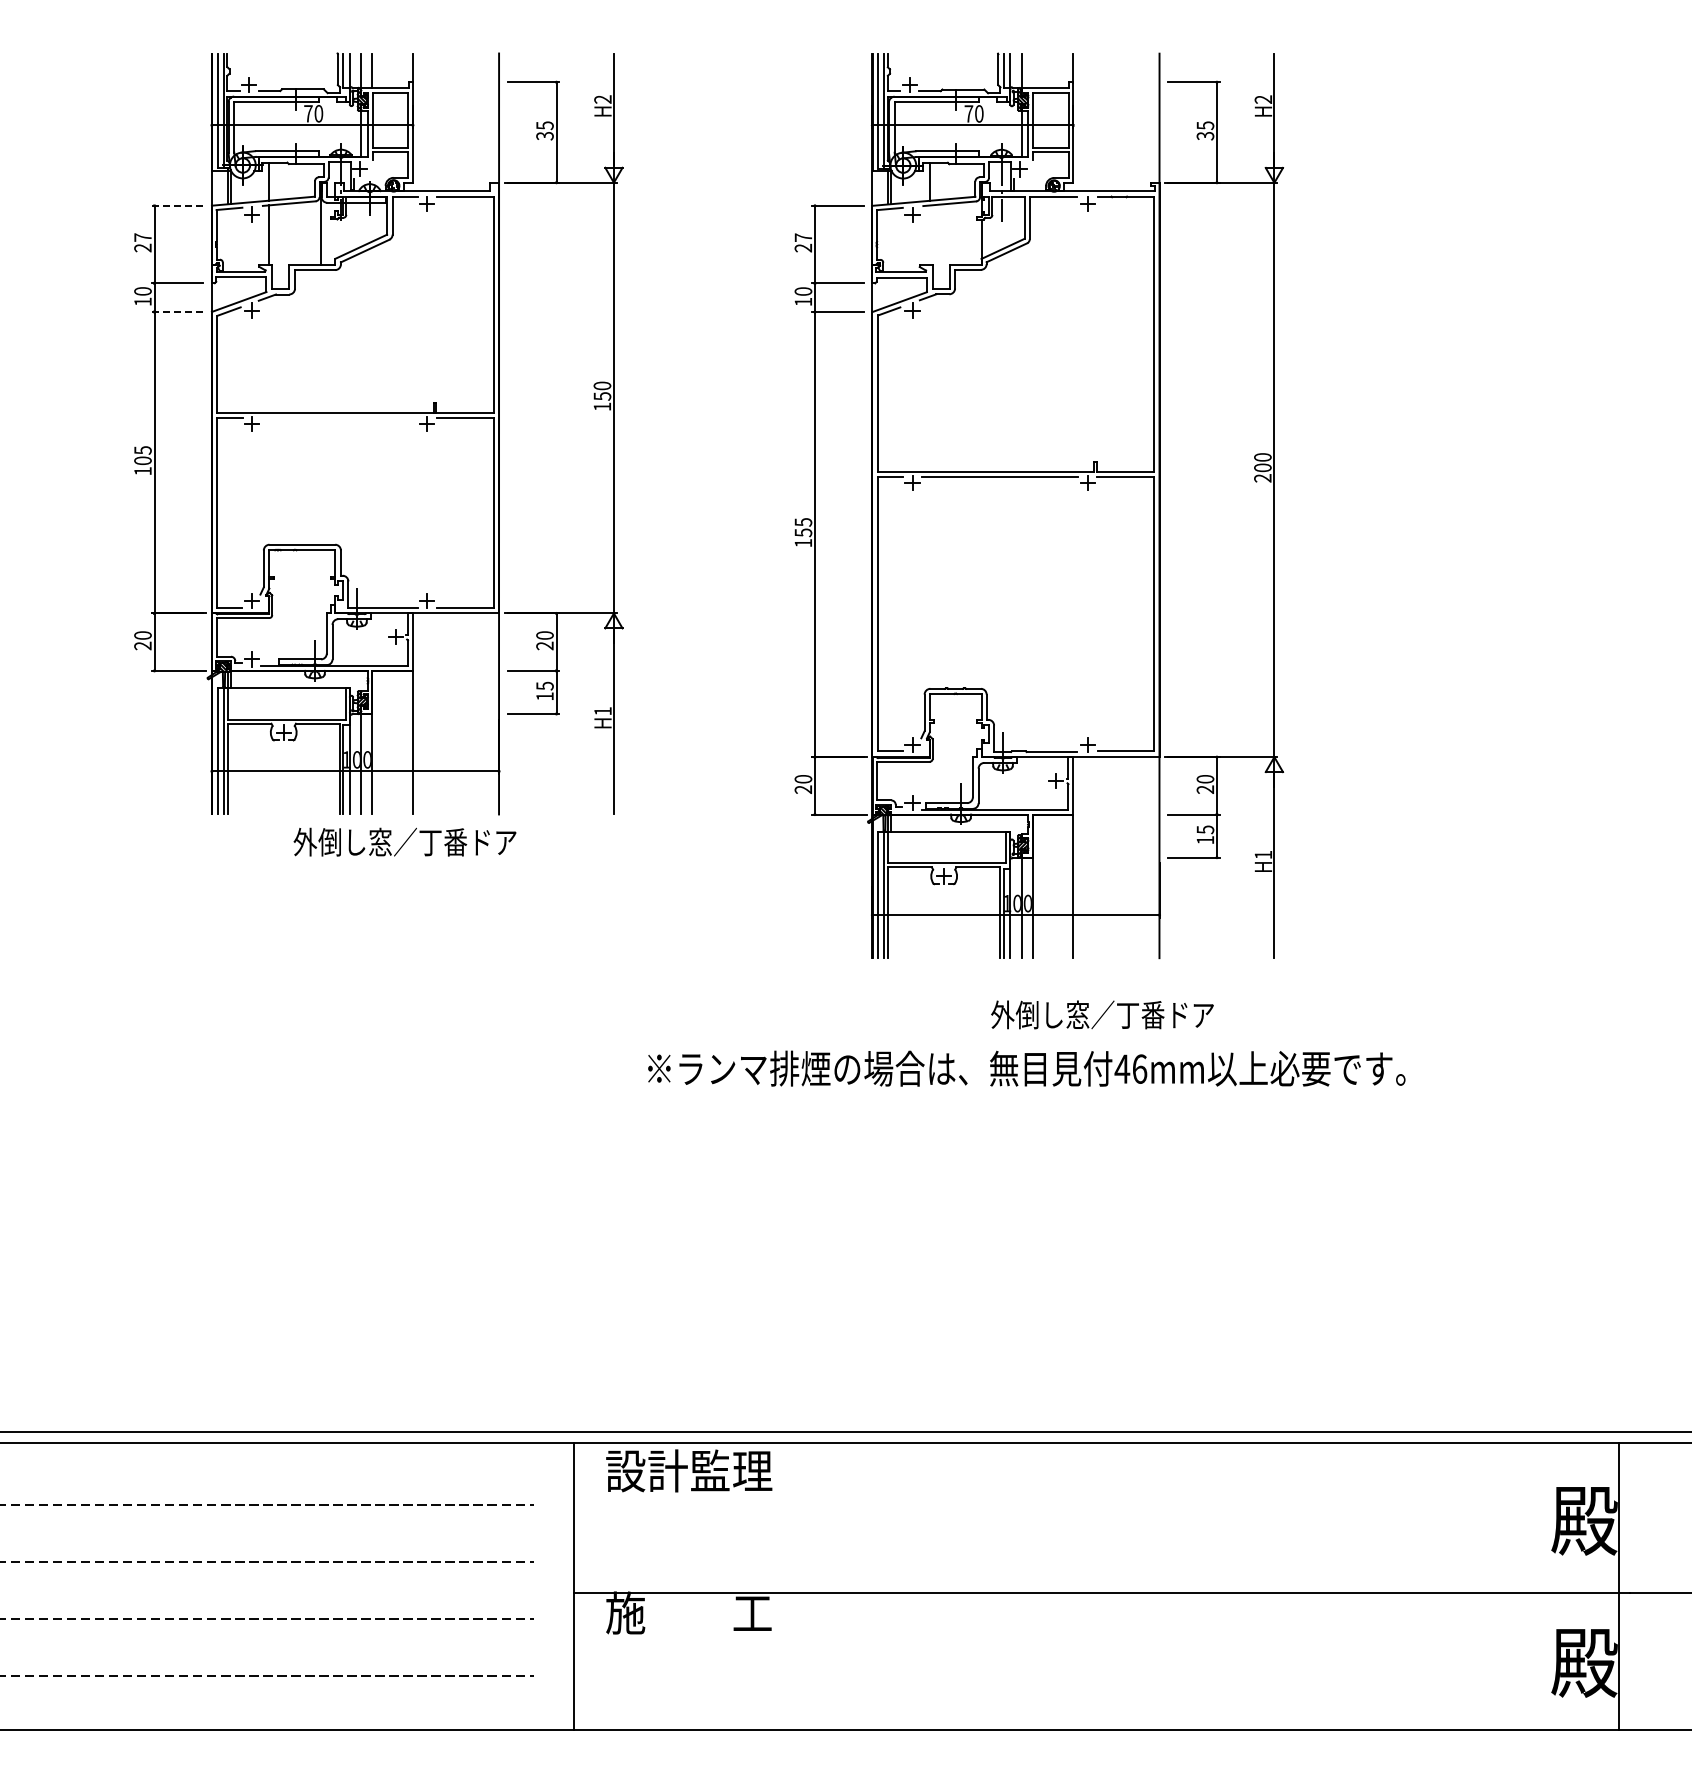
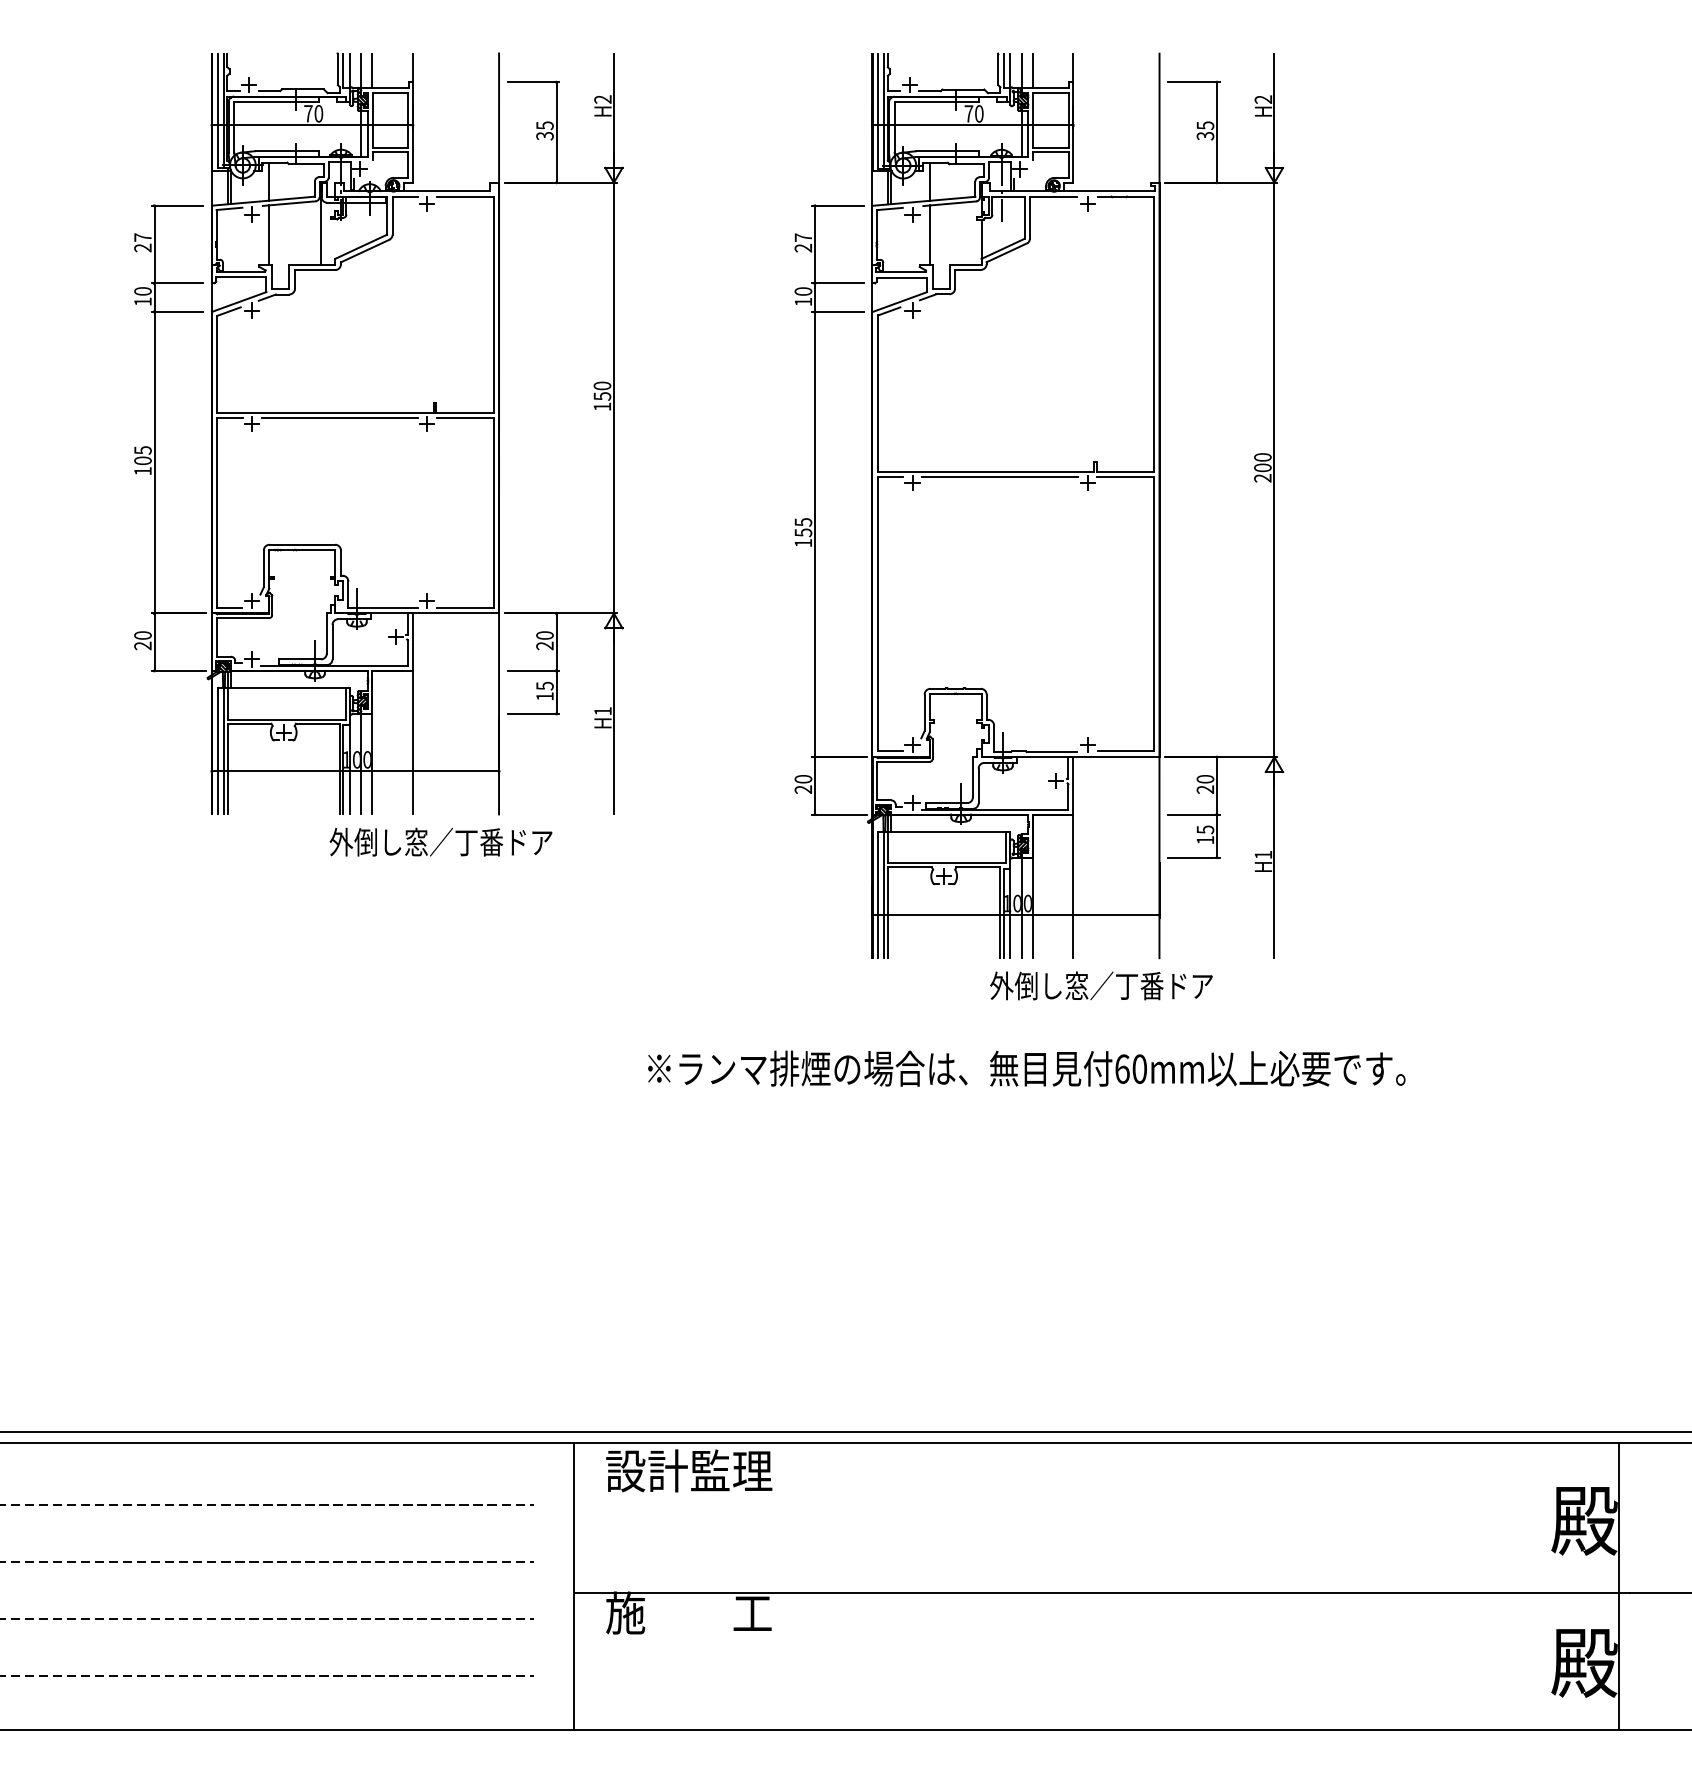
line at (1032, 70): none -> present
line at (177, 205): dashed -> solid
line at (929, 234): none -> present
line at (177, 311): dashed -> solid
line at (339, 417): none -> present
text at (404, 841) position: (404, 841) -> (440, 841)
text at (1102, 1014) position: (1102, 1014) -> (1101, 985)
text at (1130, 1068): 46mm -> 60mm
